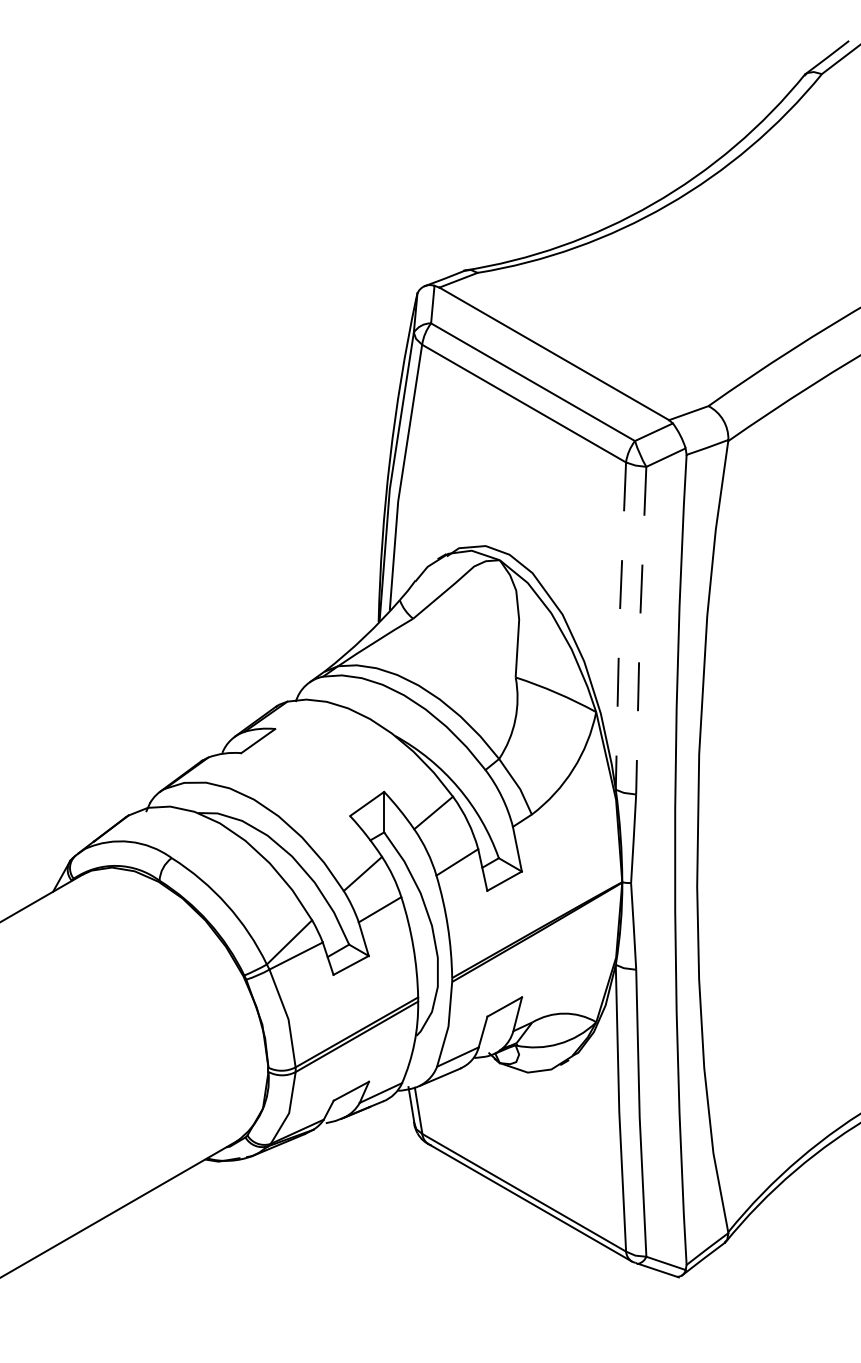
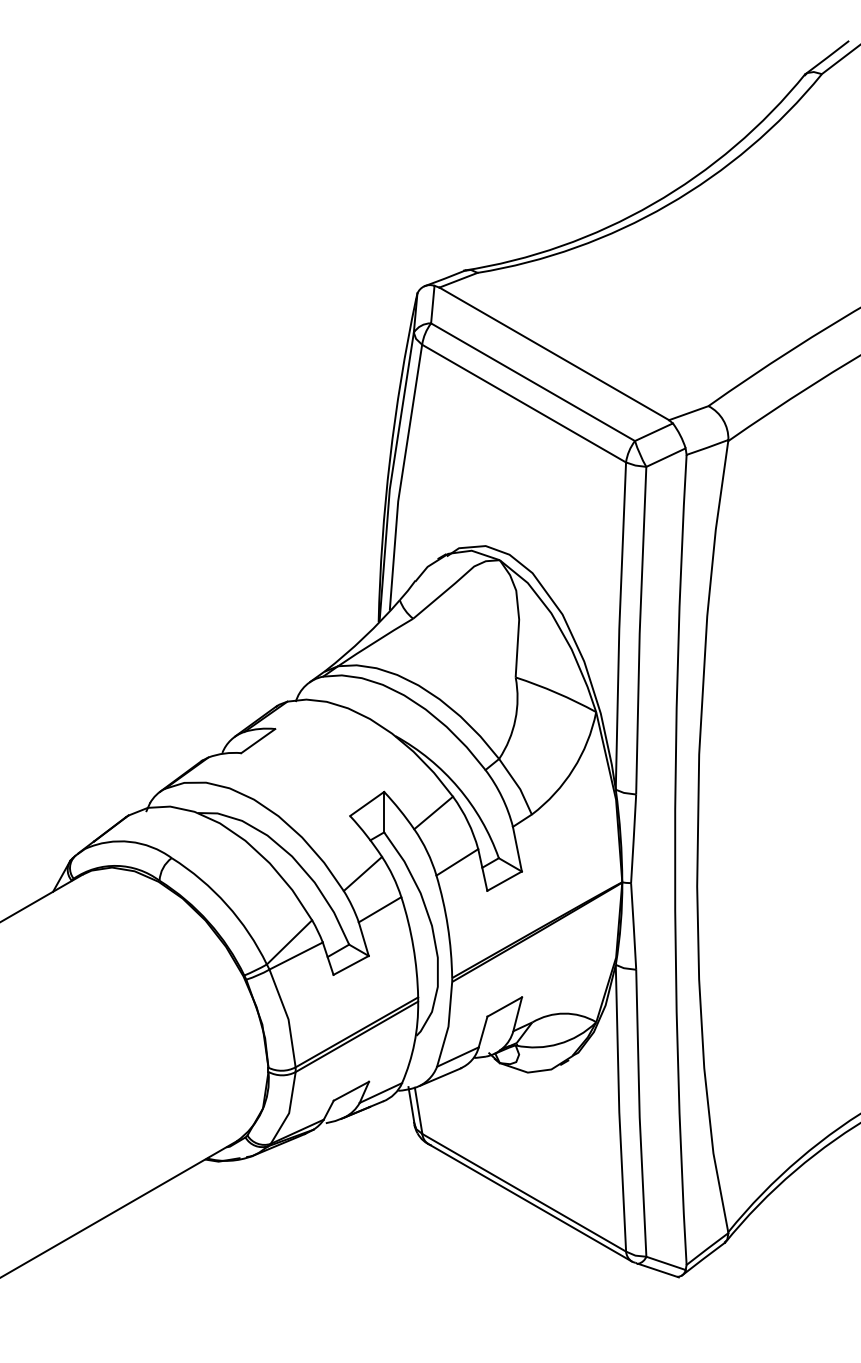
line at (619, 627): dashed -> solid
line at (639, 631): dashed -> solid
